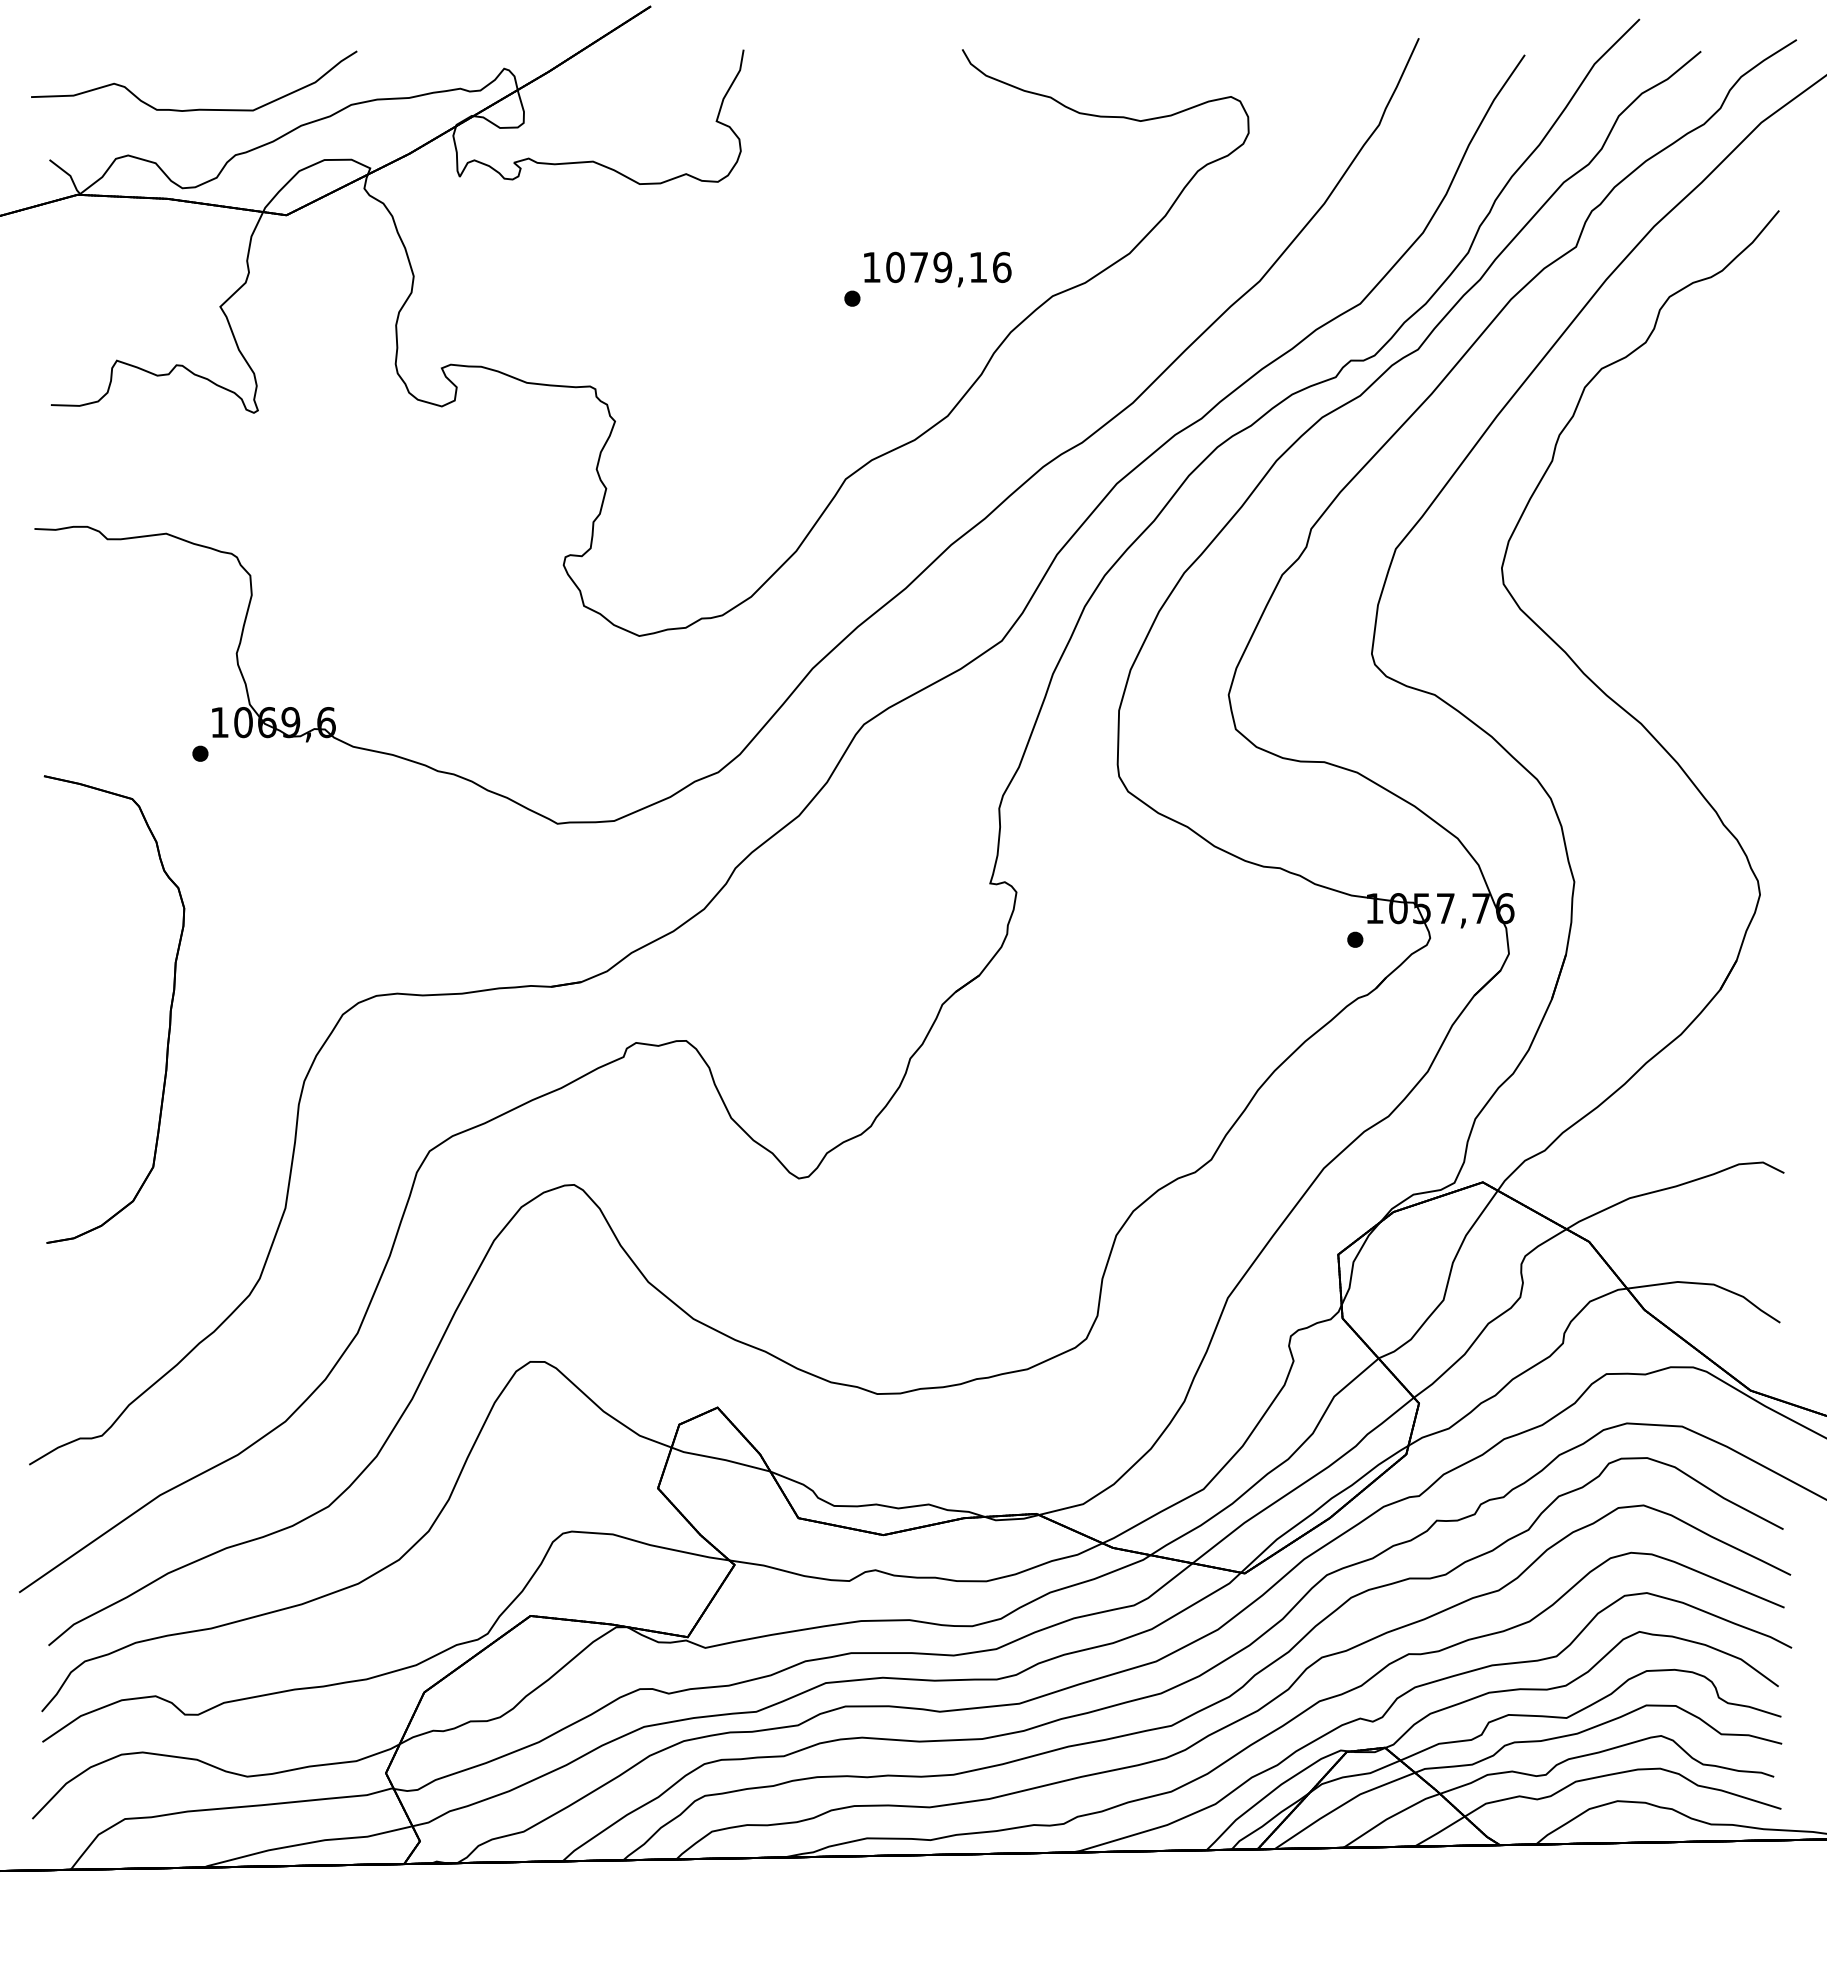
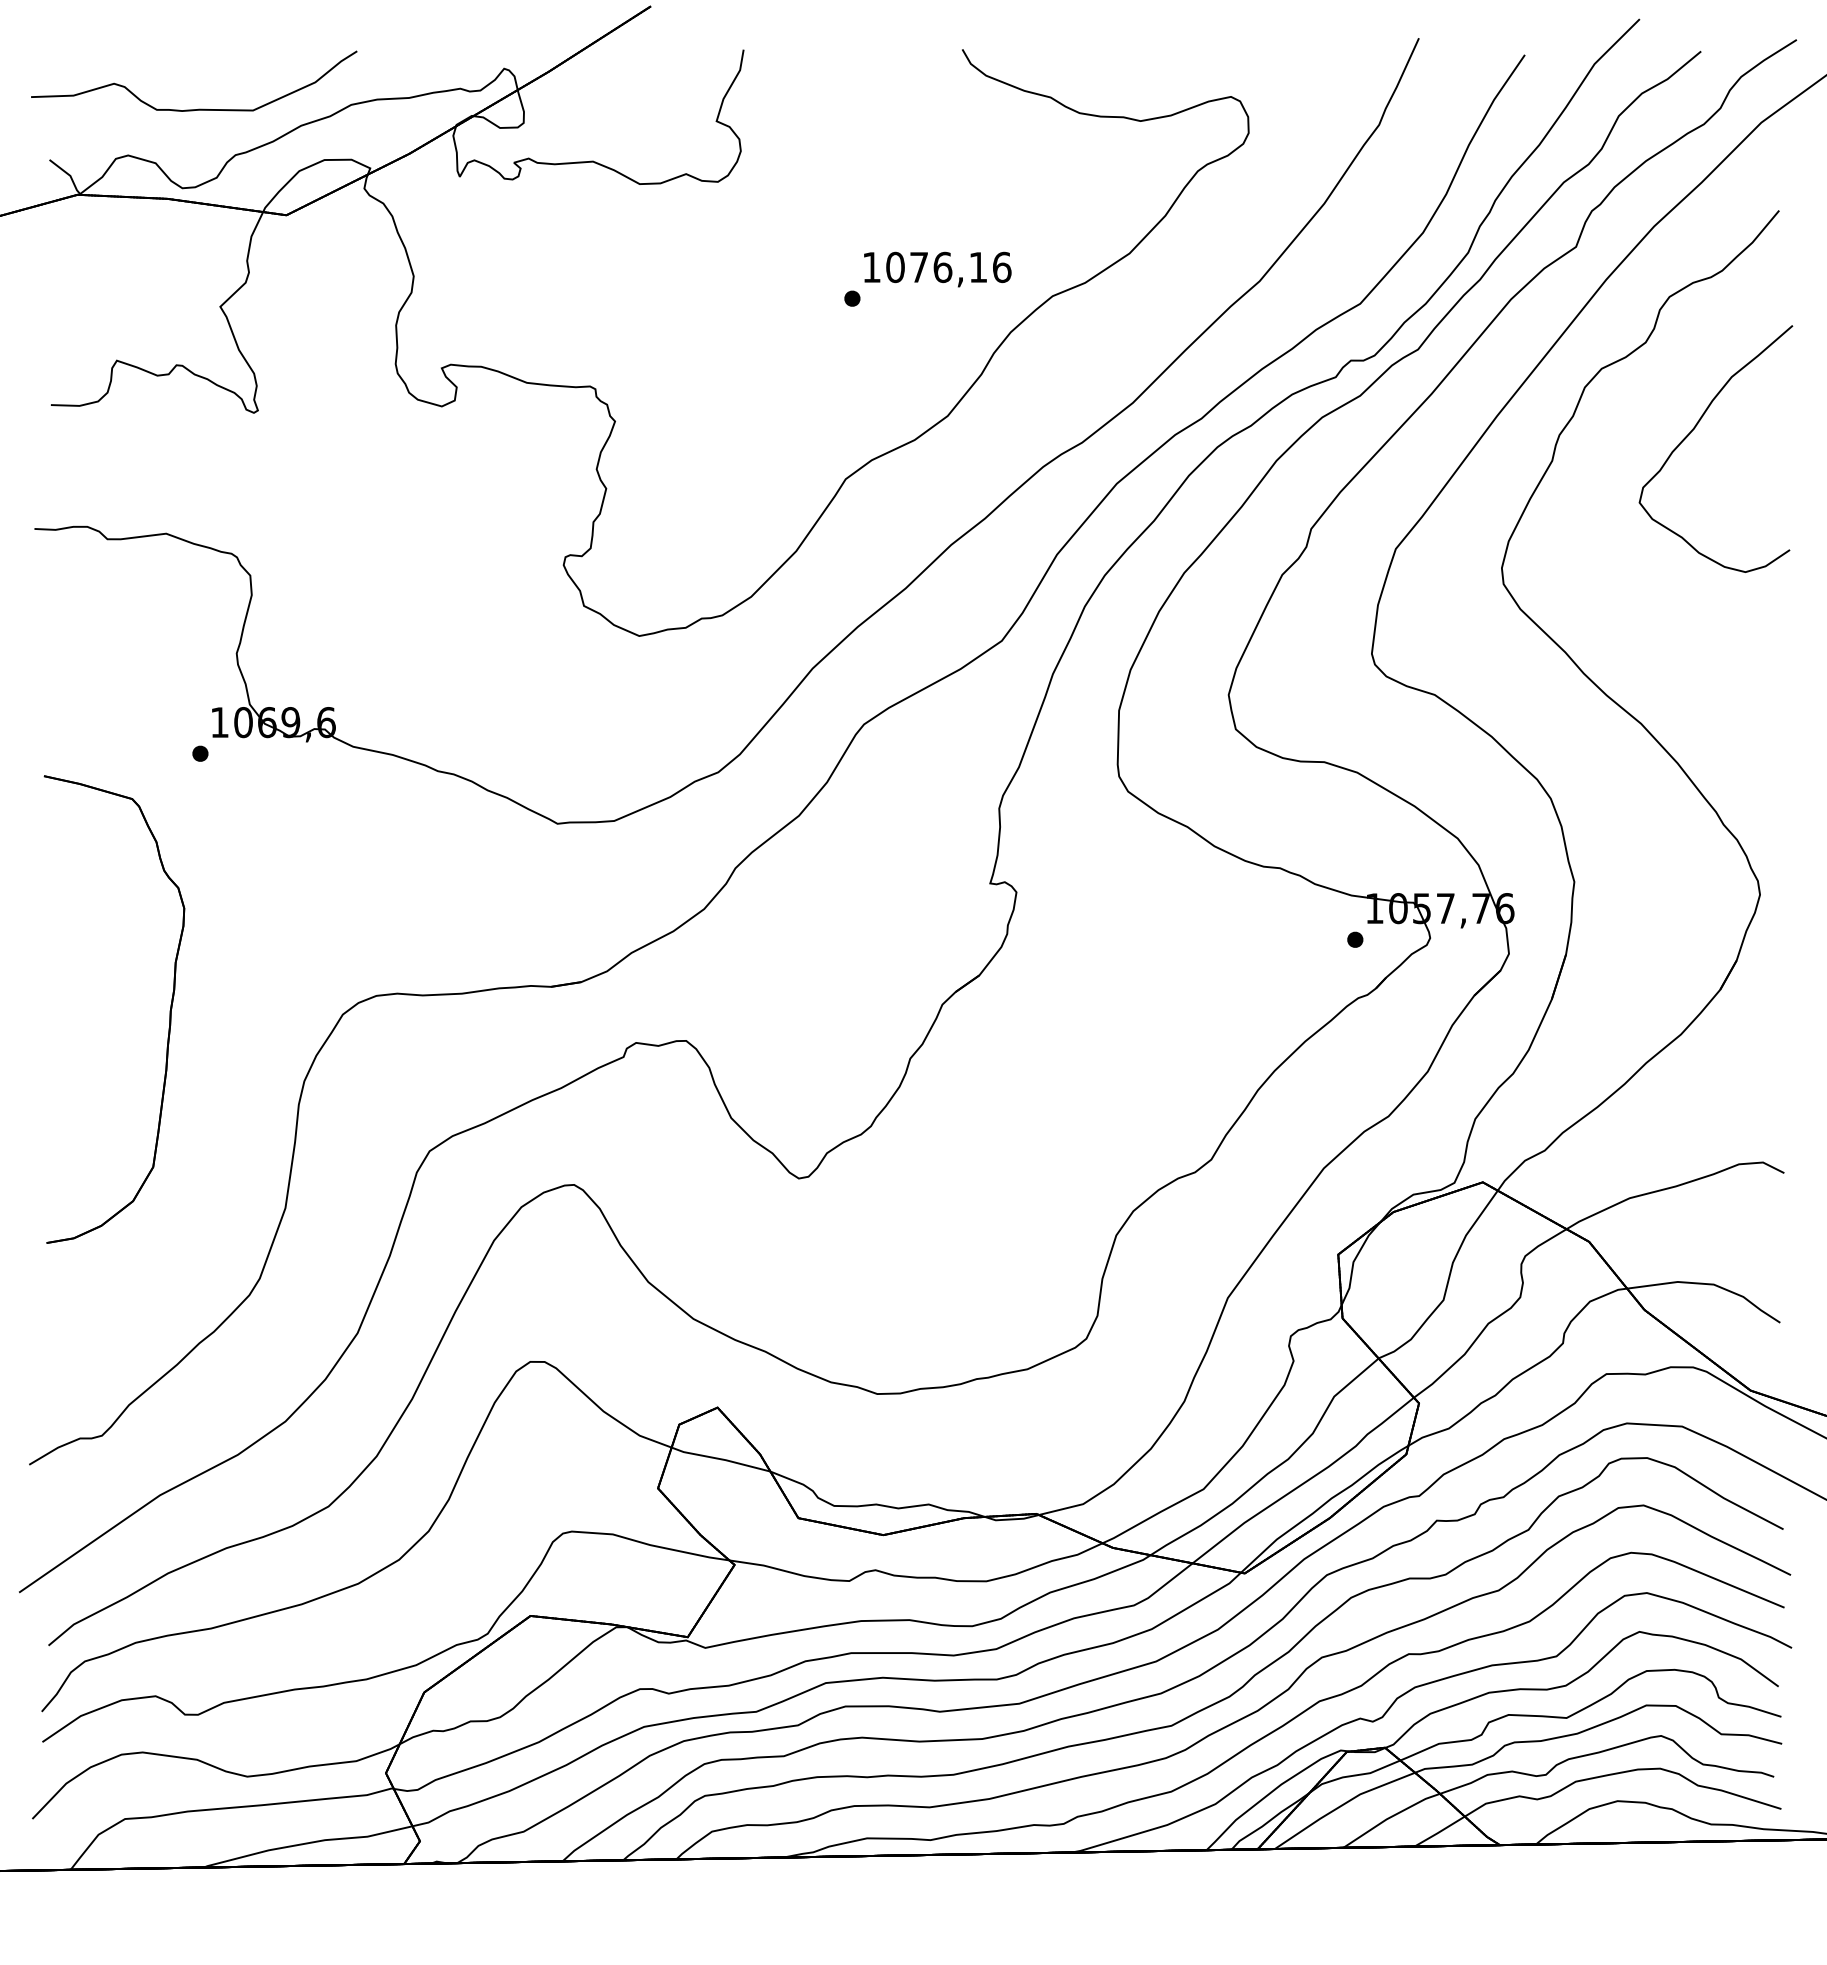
text at (942, 267): 1079,16 -> 1076,16
curve at (1695, 428): none -> present
